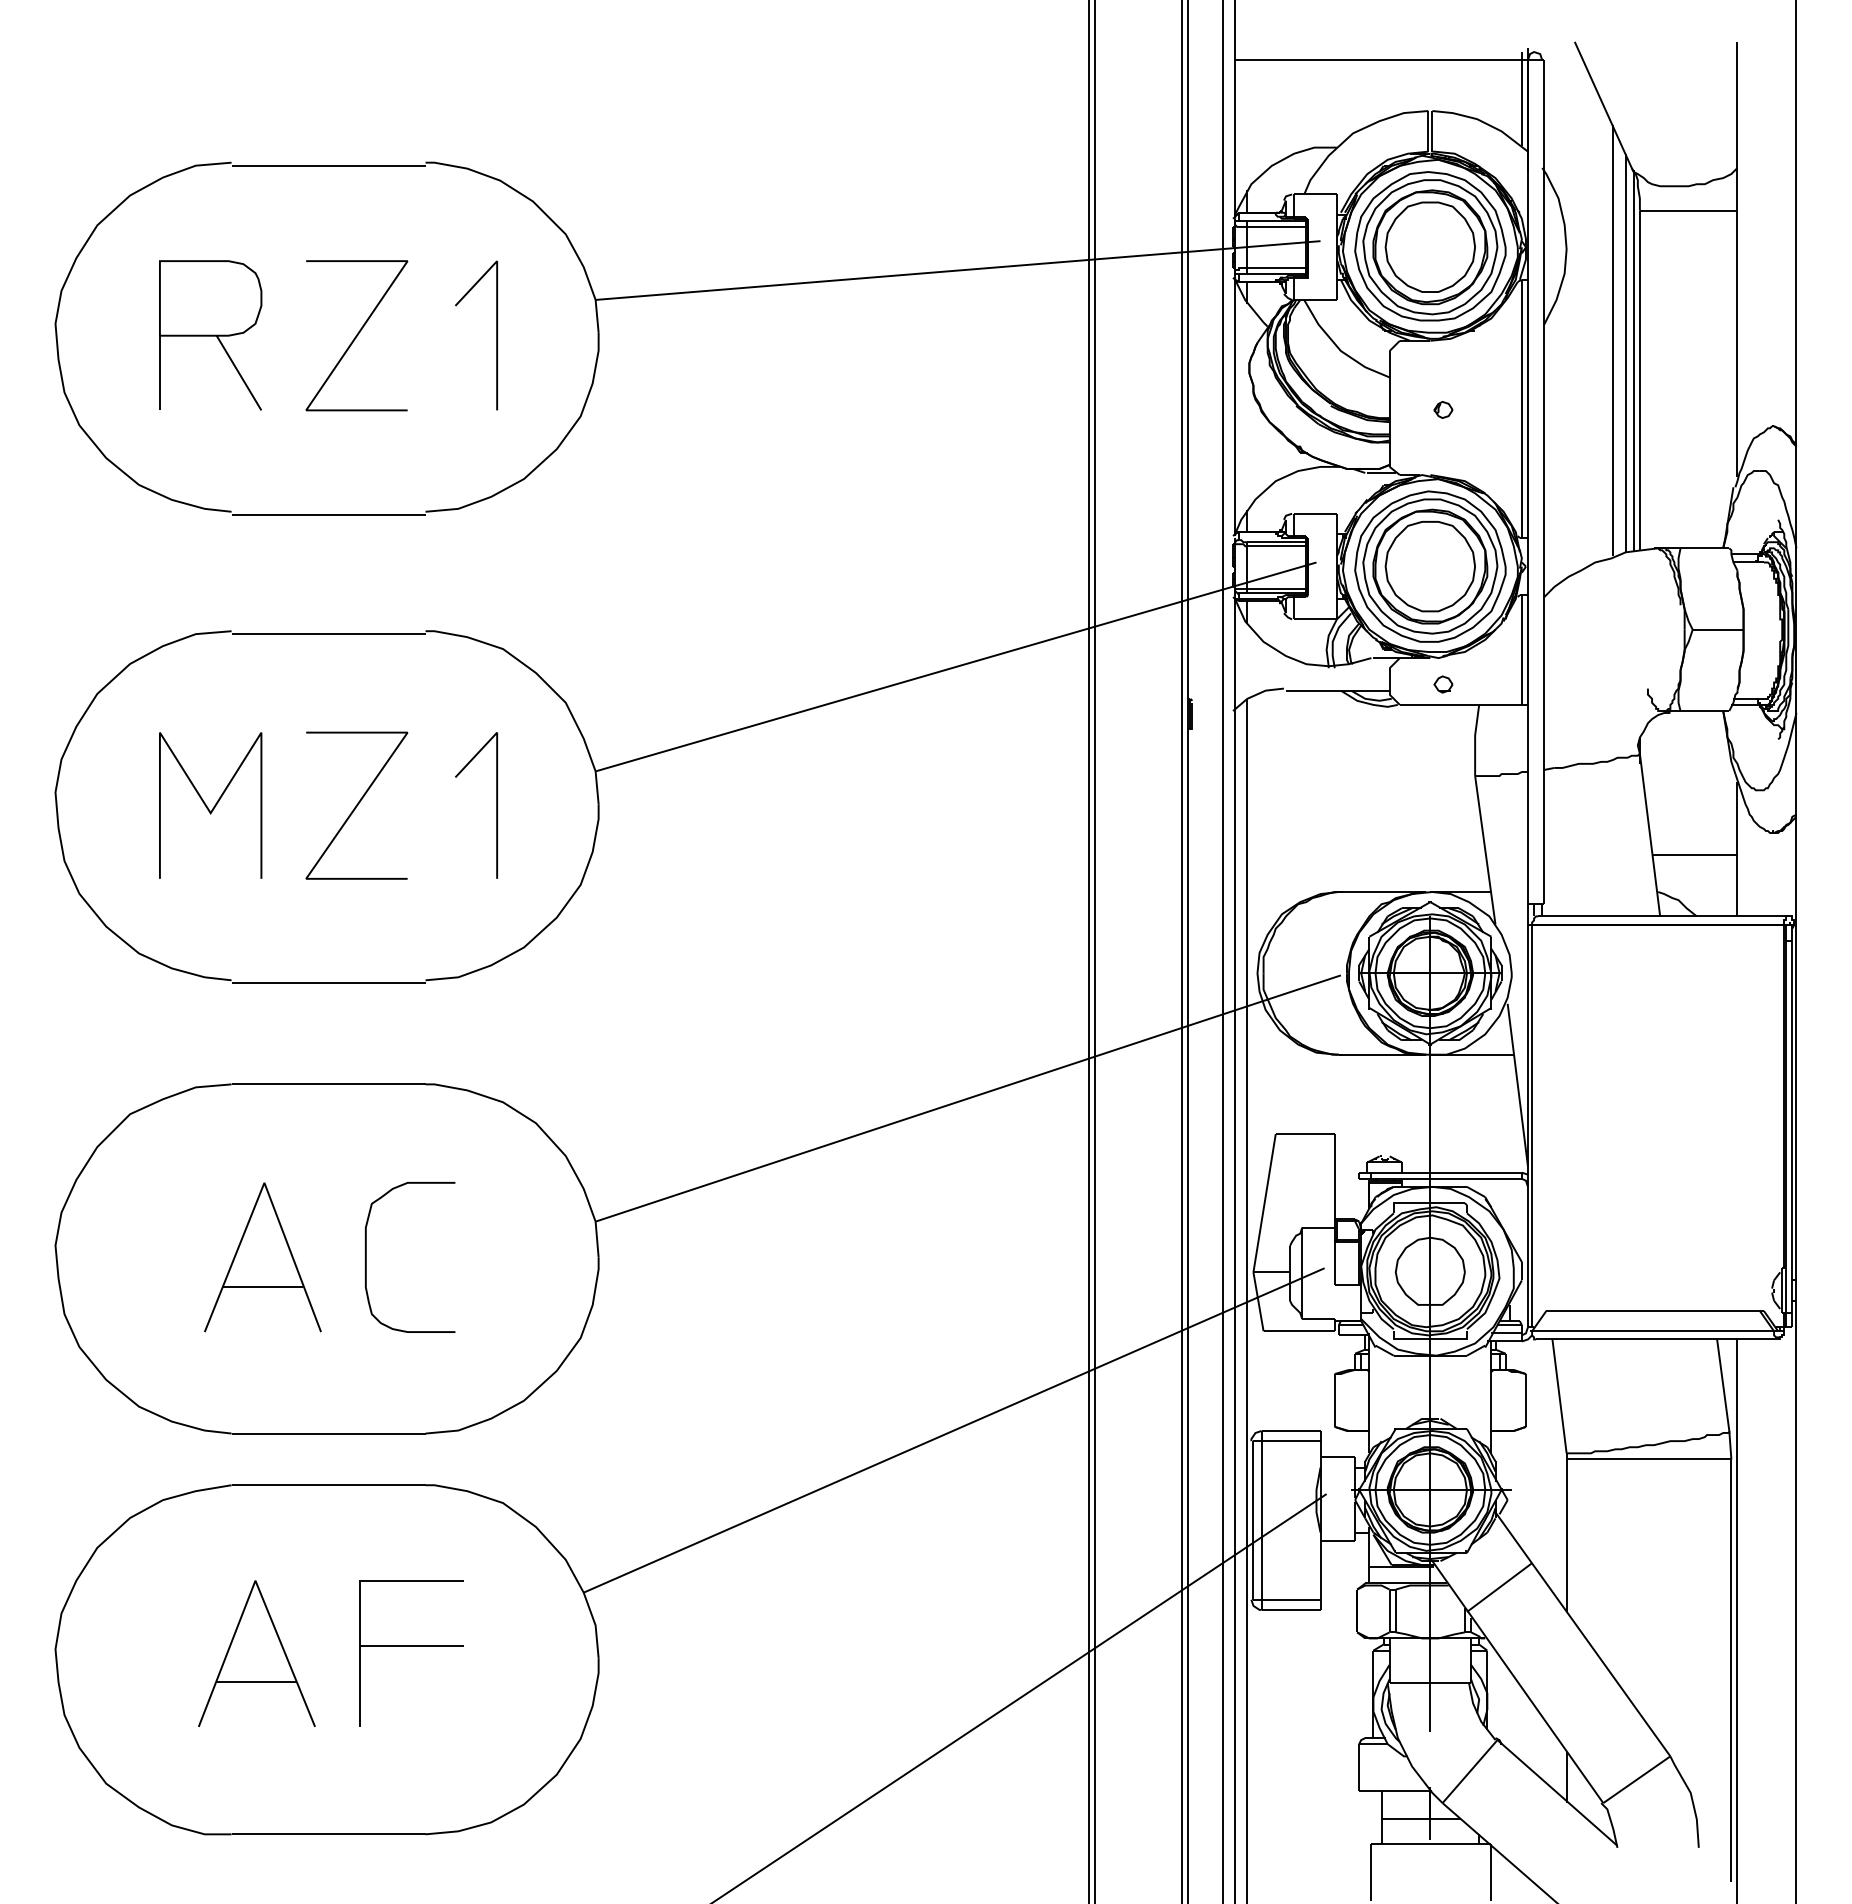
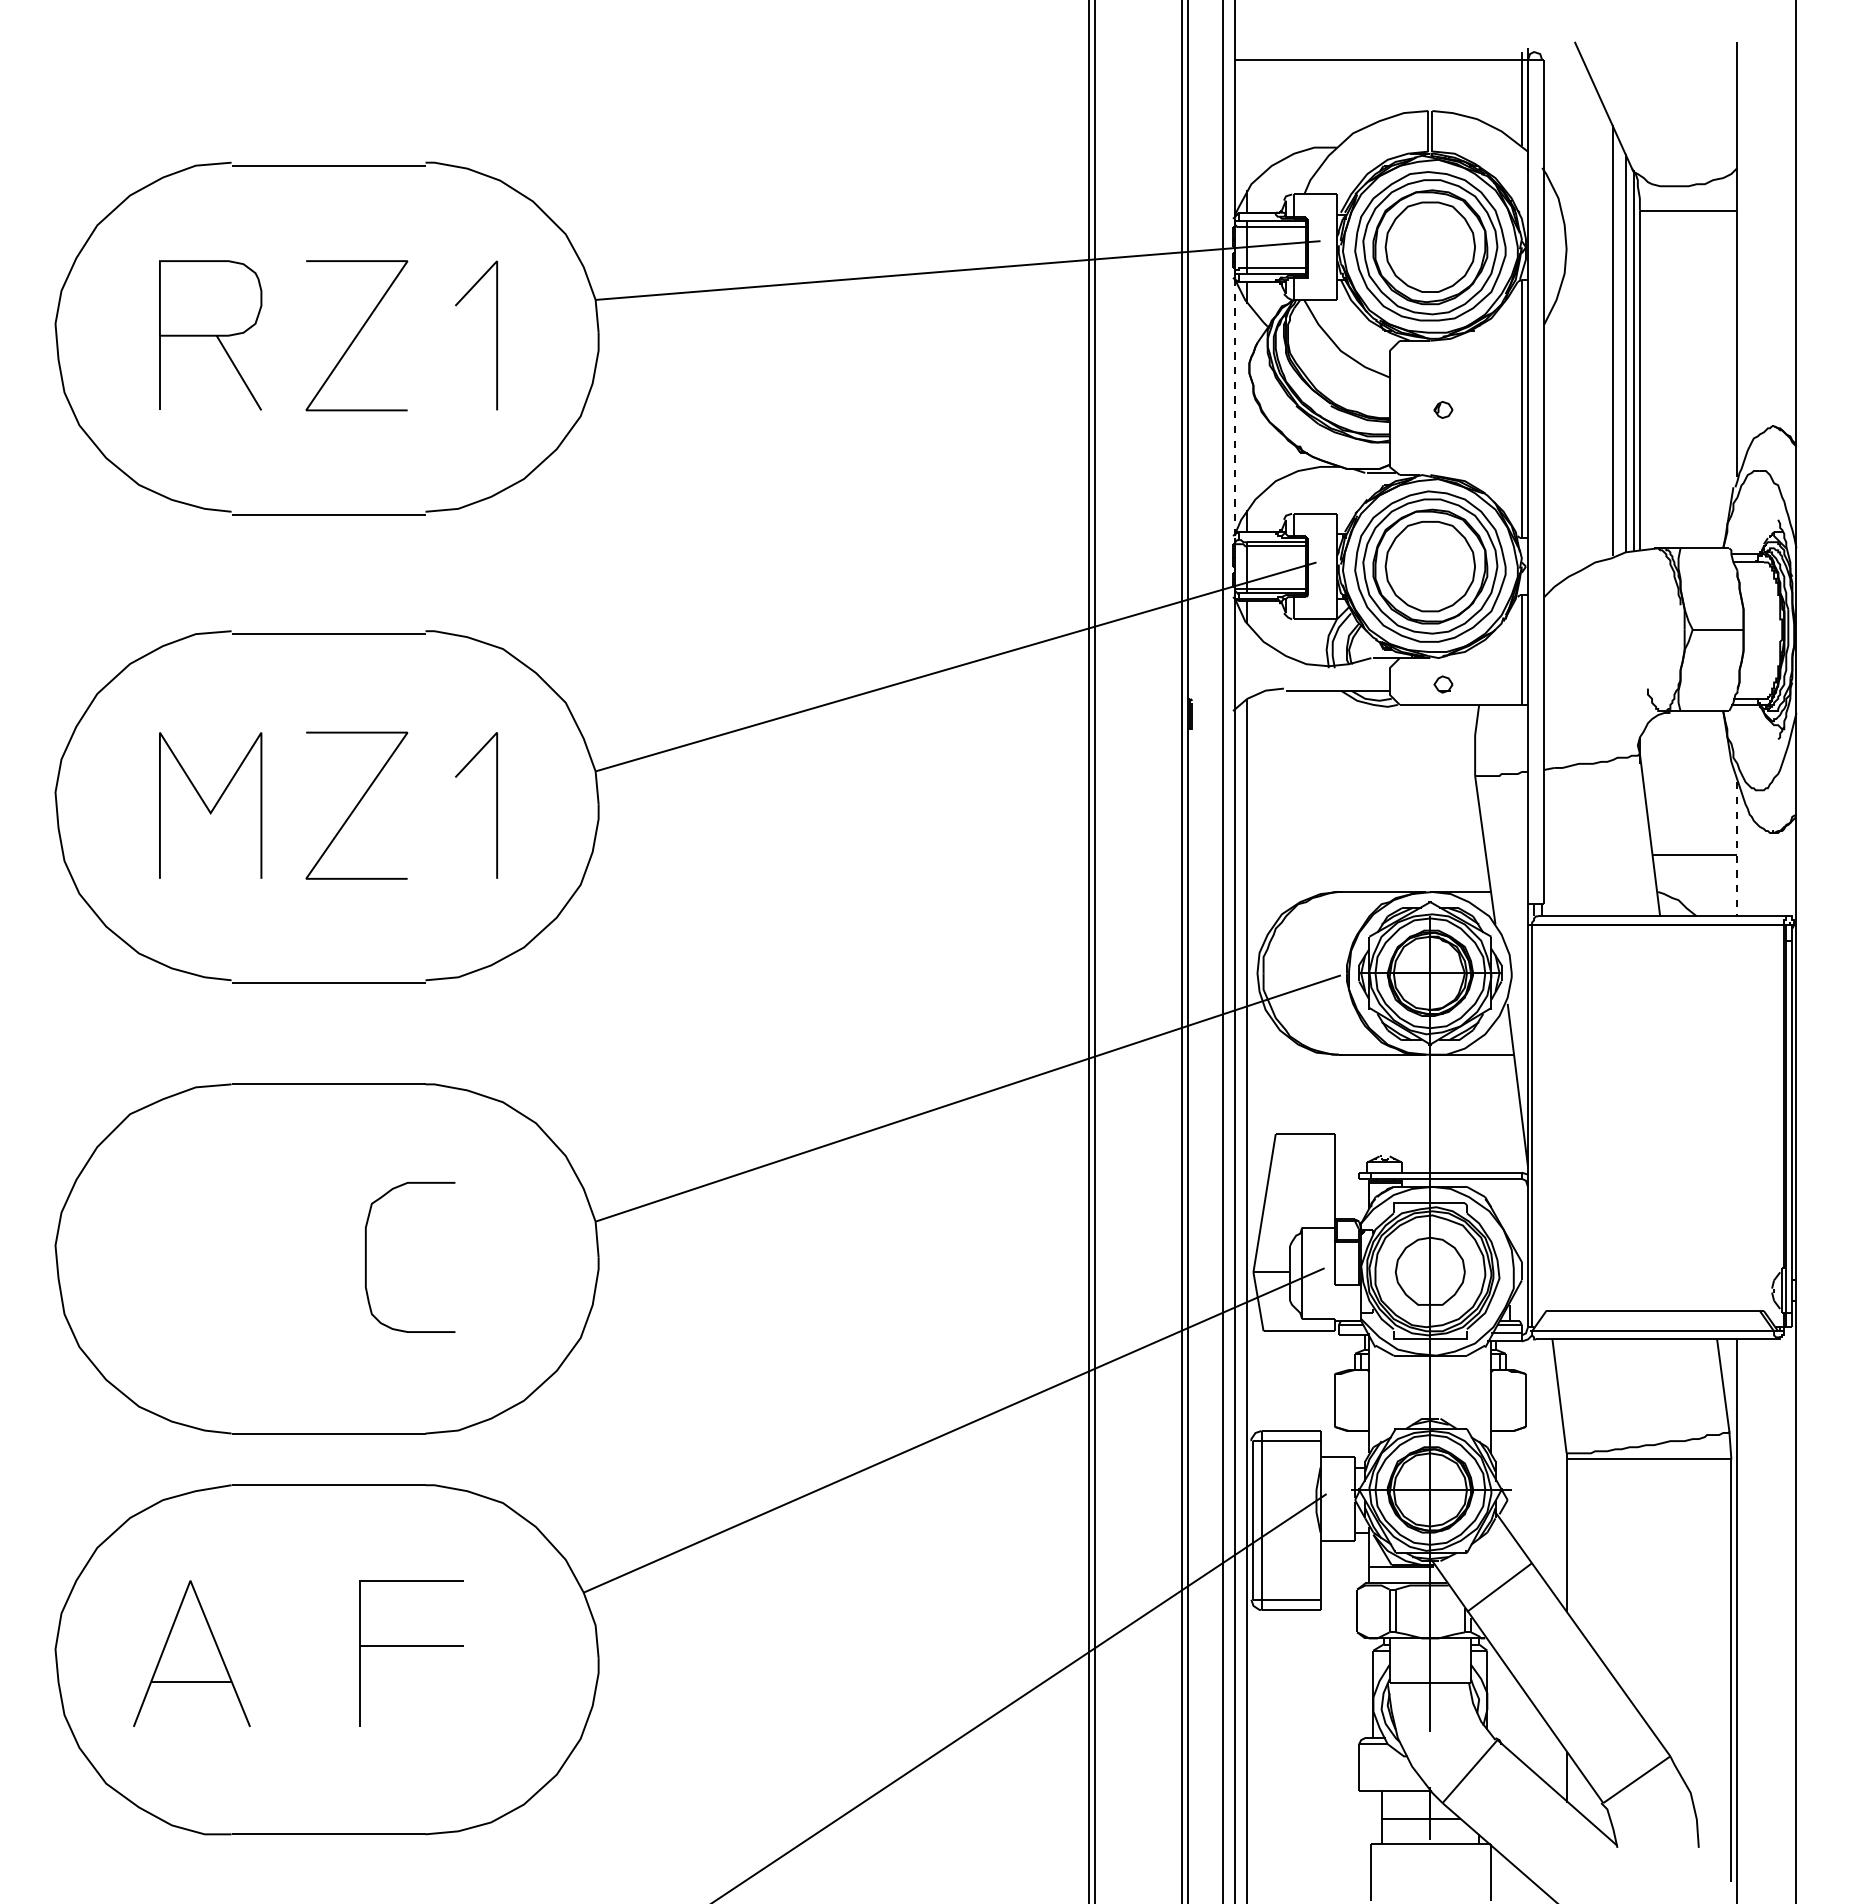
line at (1235, 406): solid -> dashed
line at (1737, 849): solid -> dashed
part at (262, 1257): present -> none
part at (256, 1653) position: (256, 1653) -> (191, 1653)
